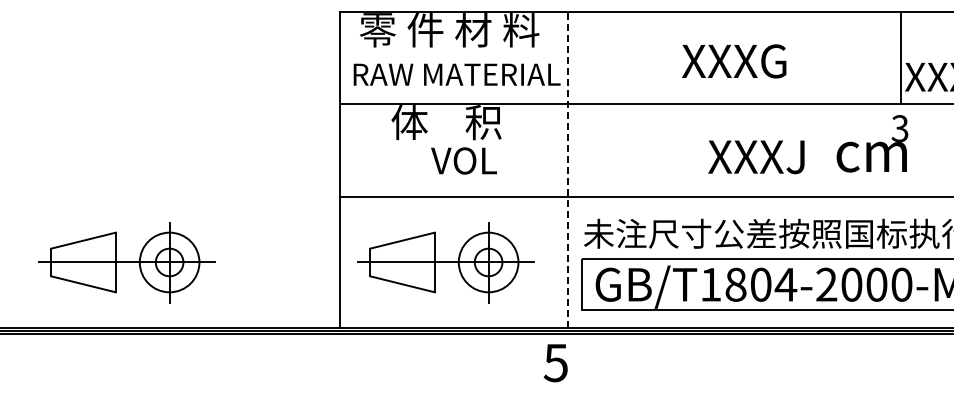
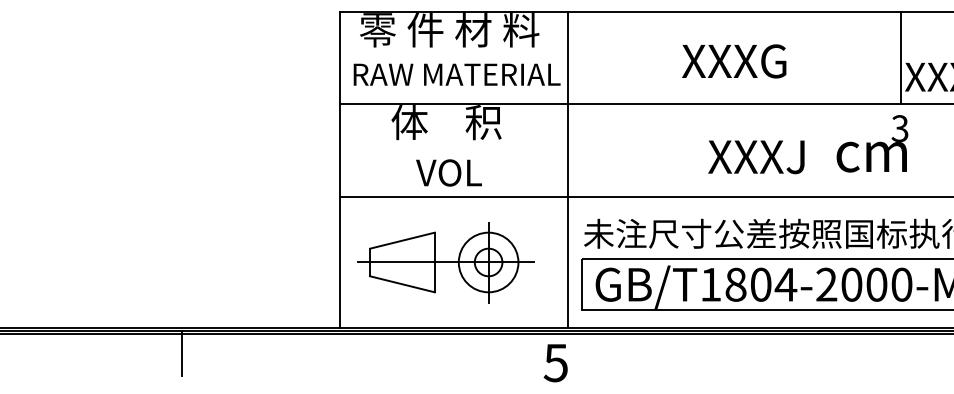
text at (463, 160) position: (463, 160) -> (448, 172)
line at (567, 169): dashed -> solid
part at (126, 262): present -> none
line at (181, 353): none -> present
